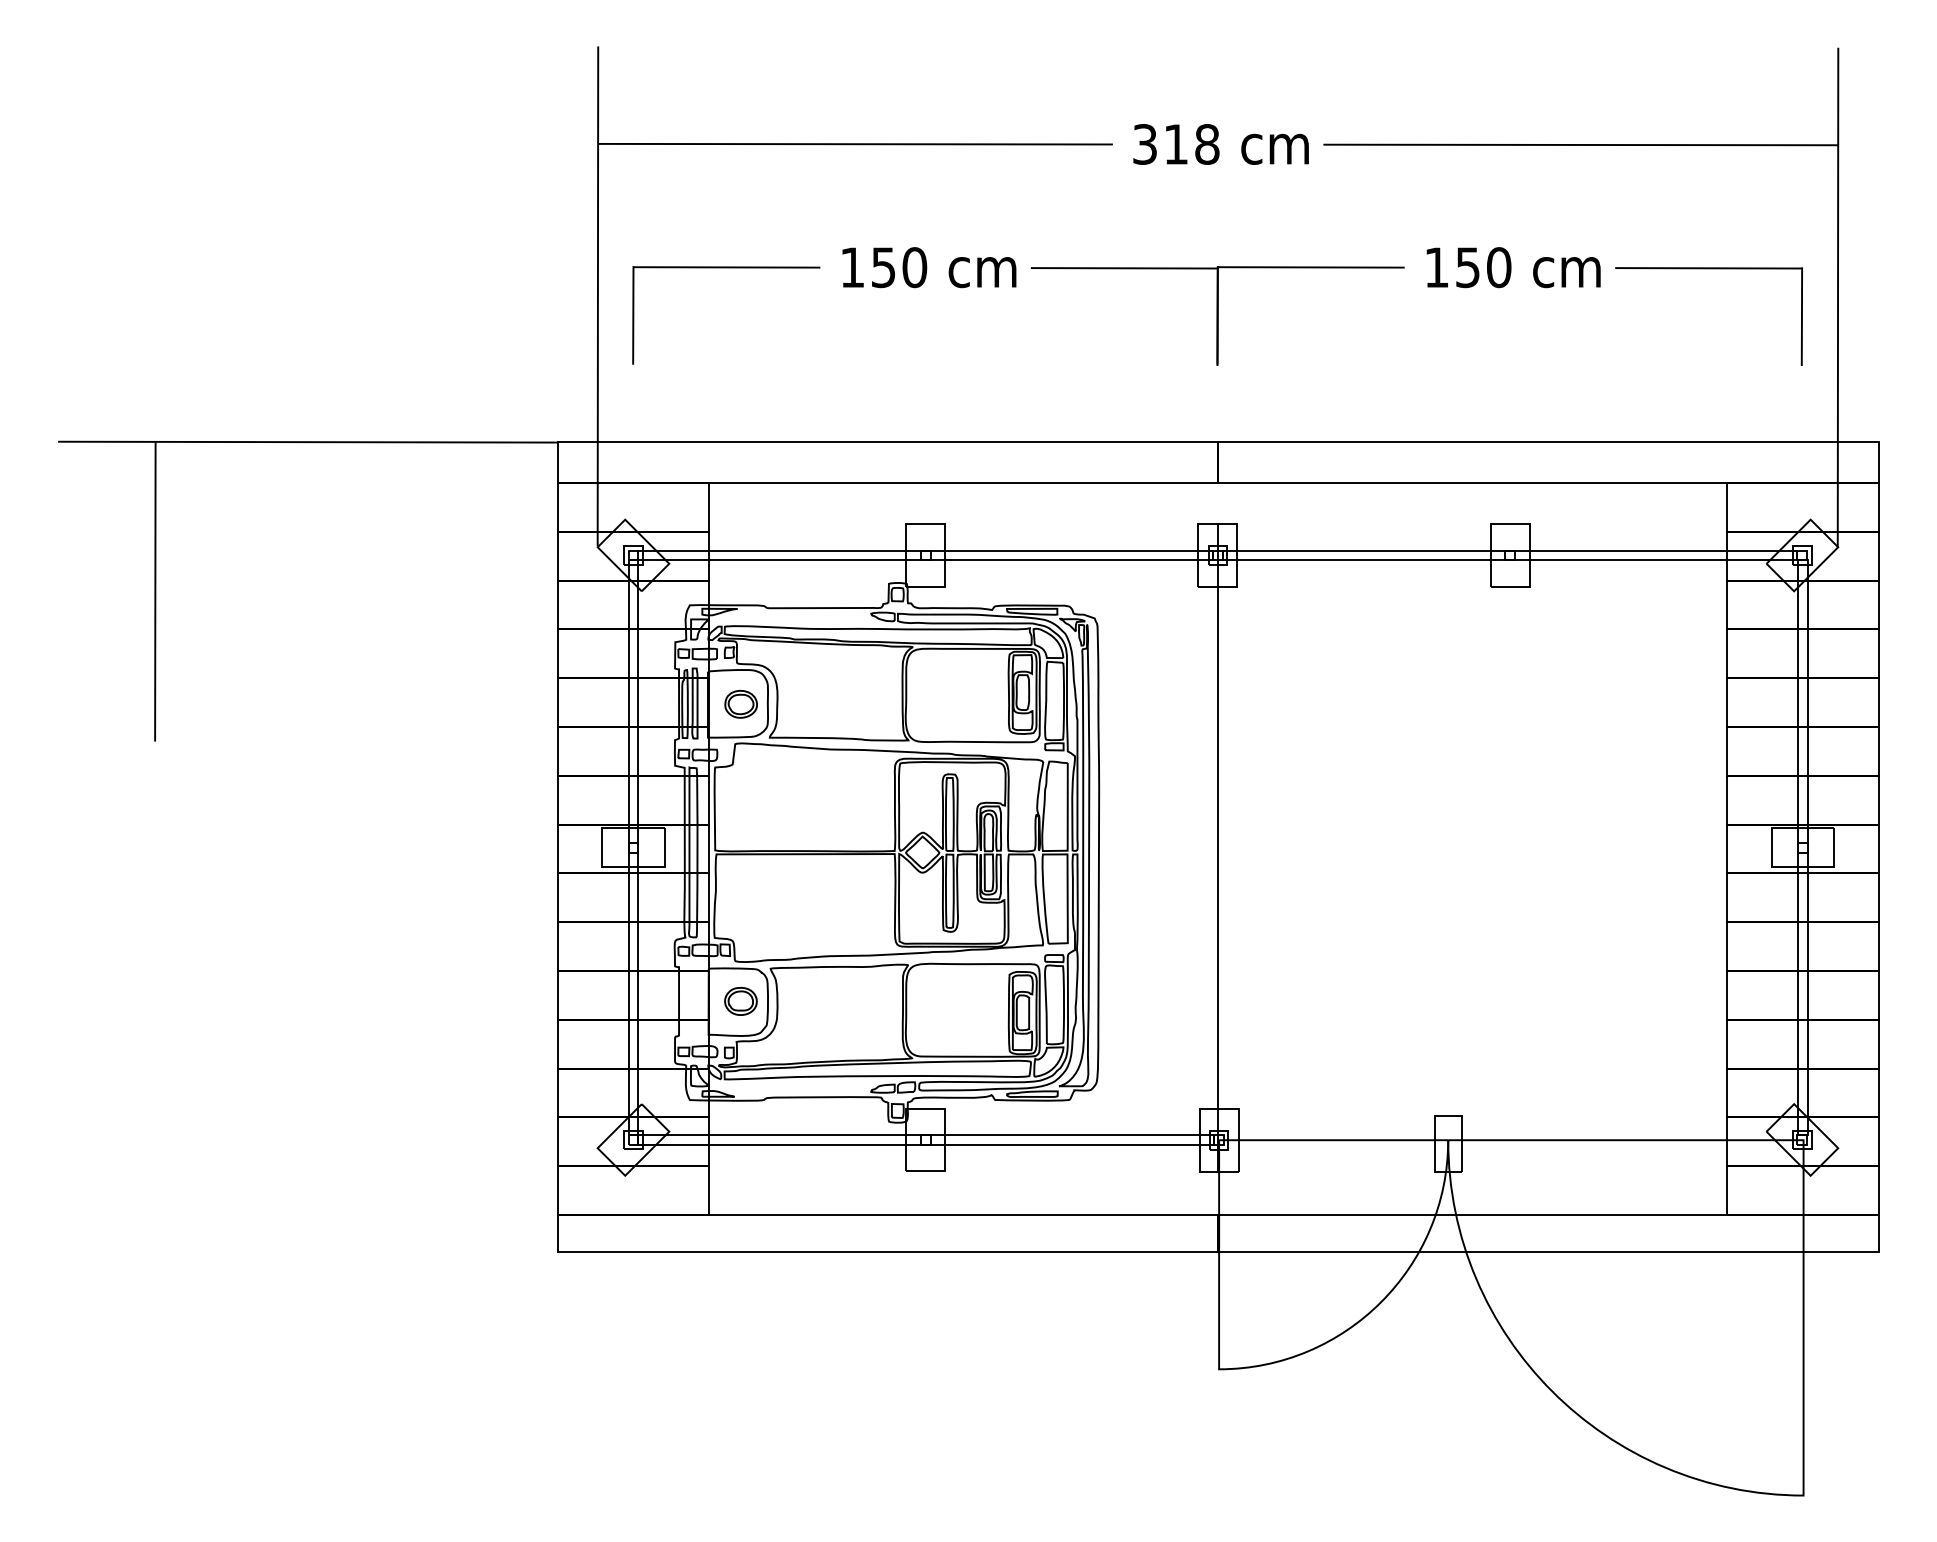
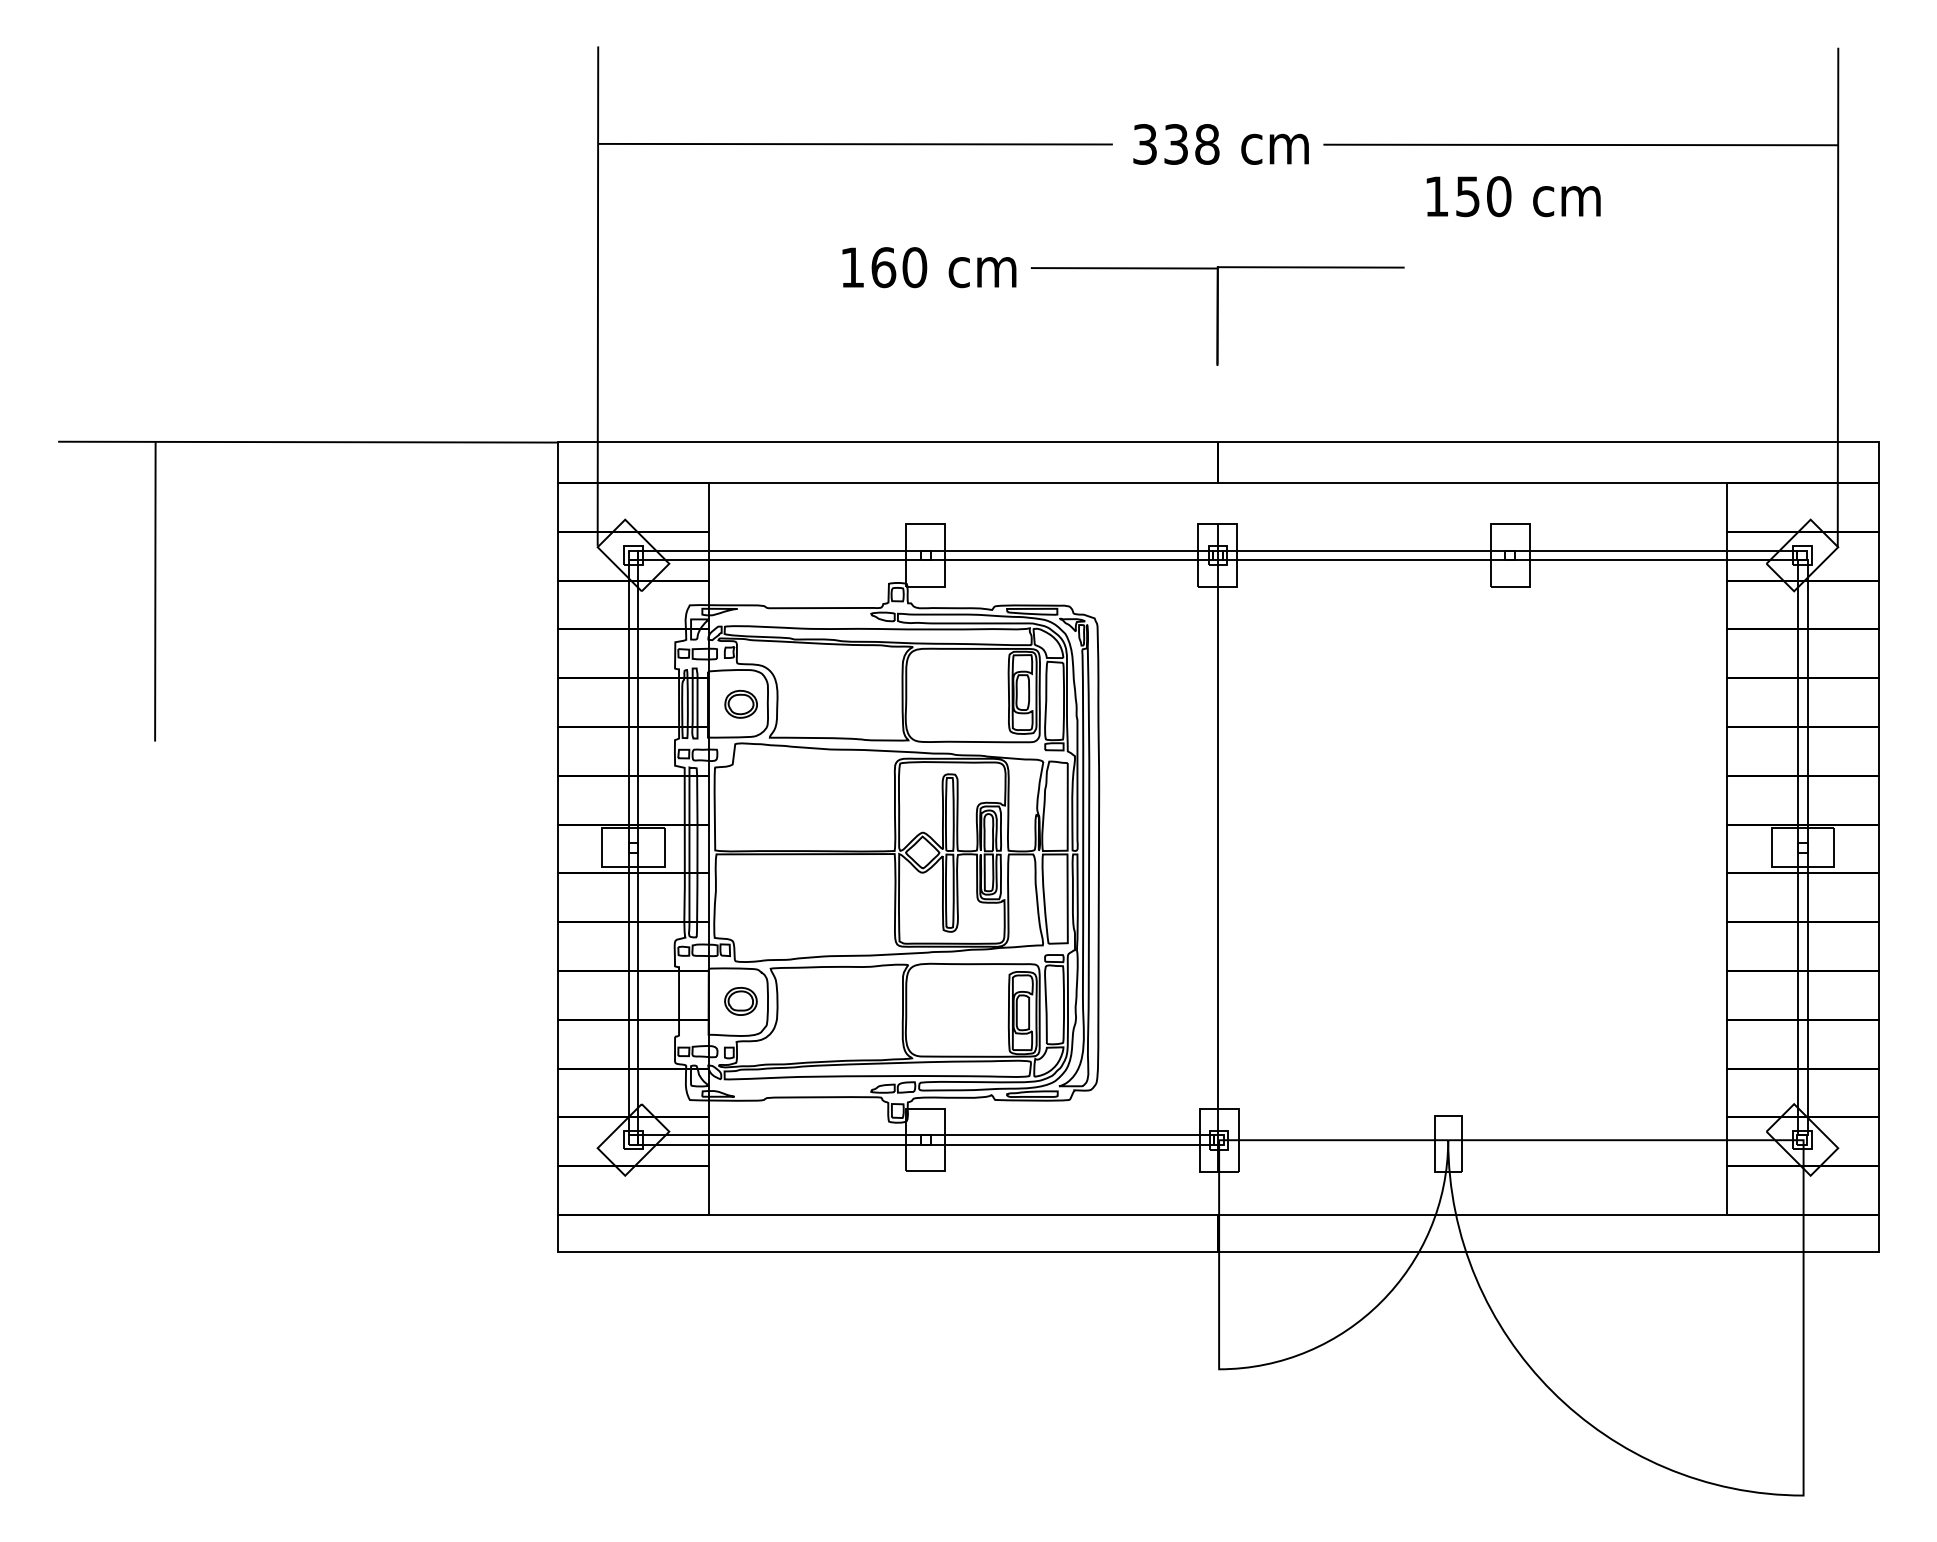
text at (1175, 144): 318 -> 338
text at (883, 267): 150 -> 160
text at (1513, 267) position: (1513, 267) -> (1513, 196)
part at (726, 268): present -> none
part at (1708, 269): present -> none
